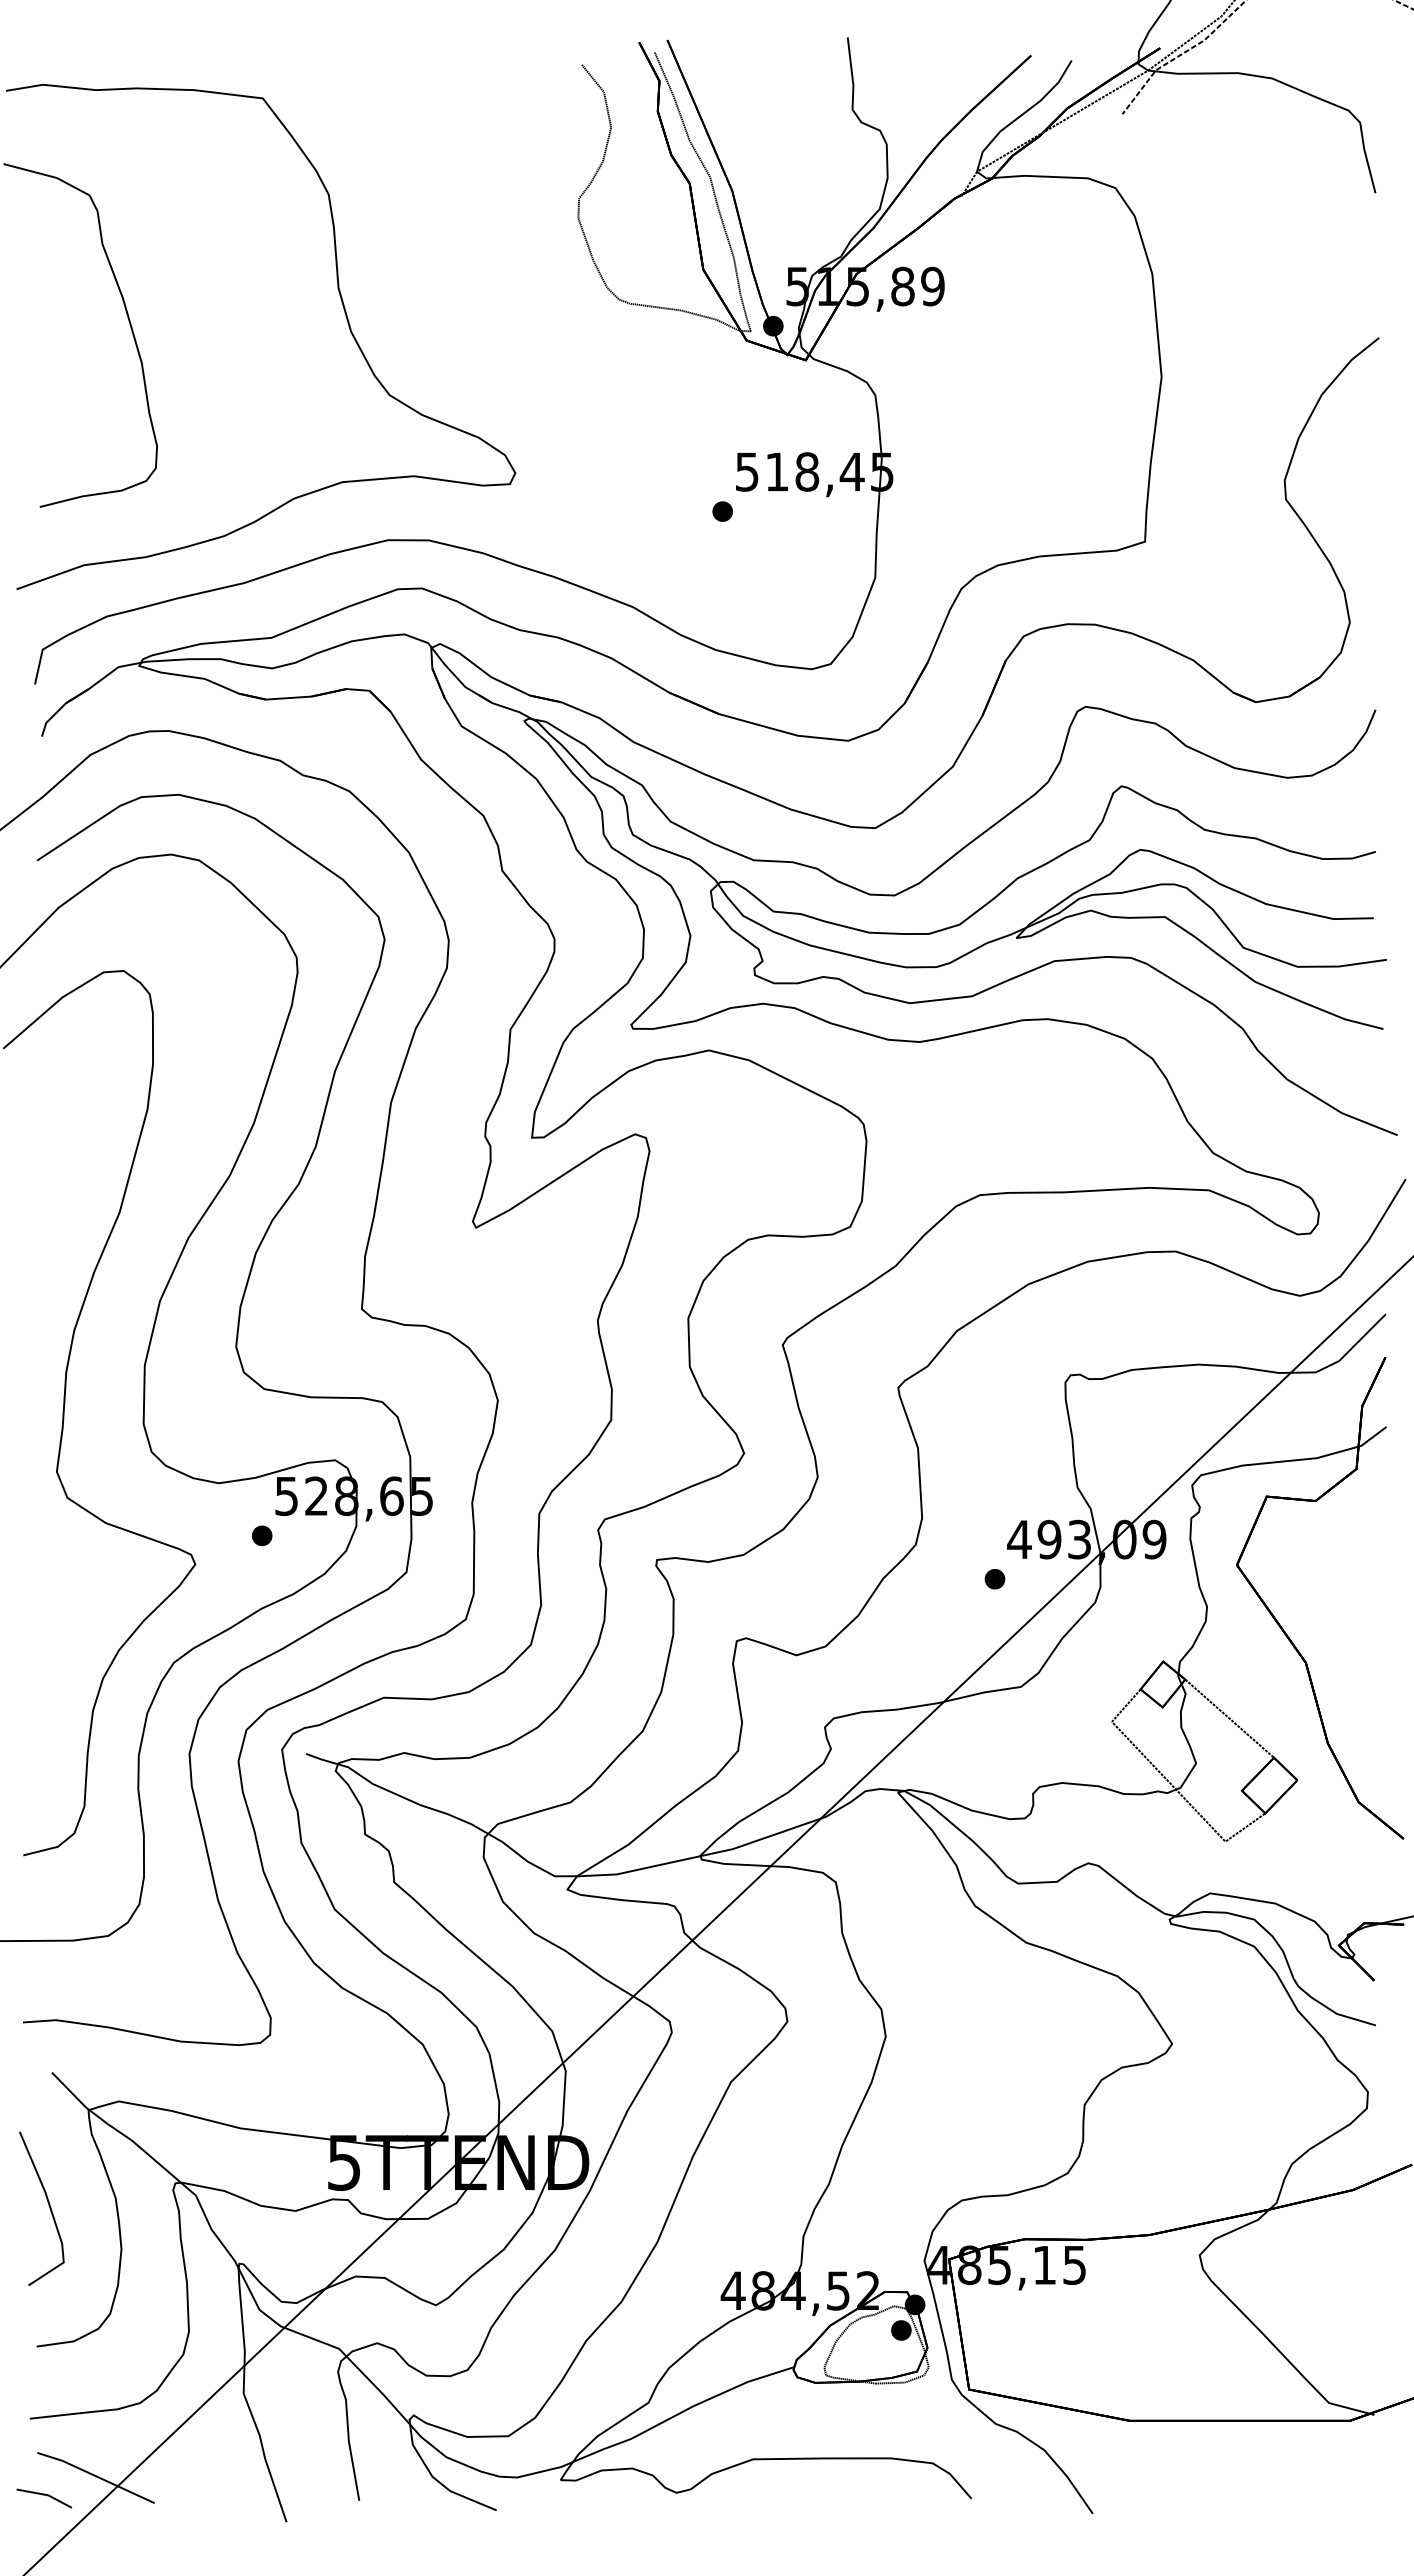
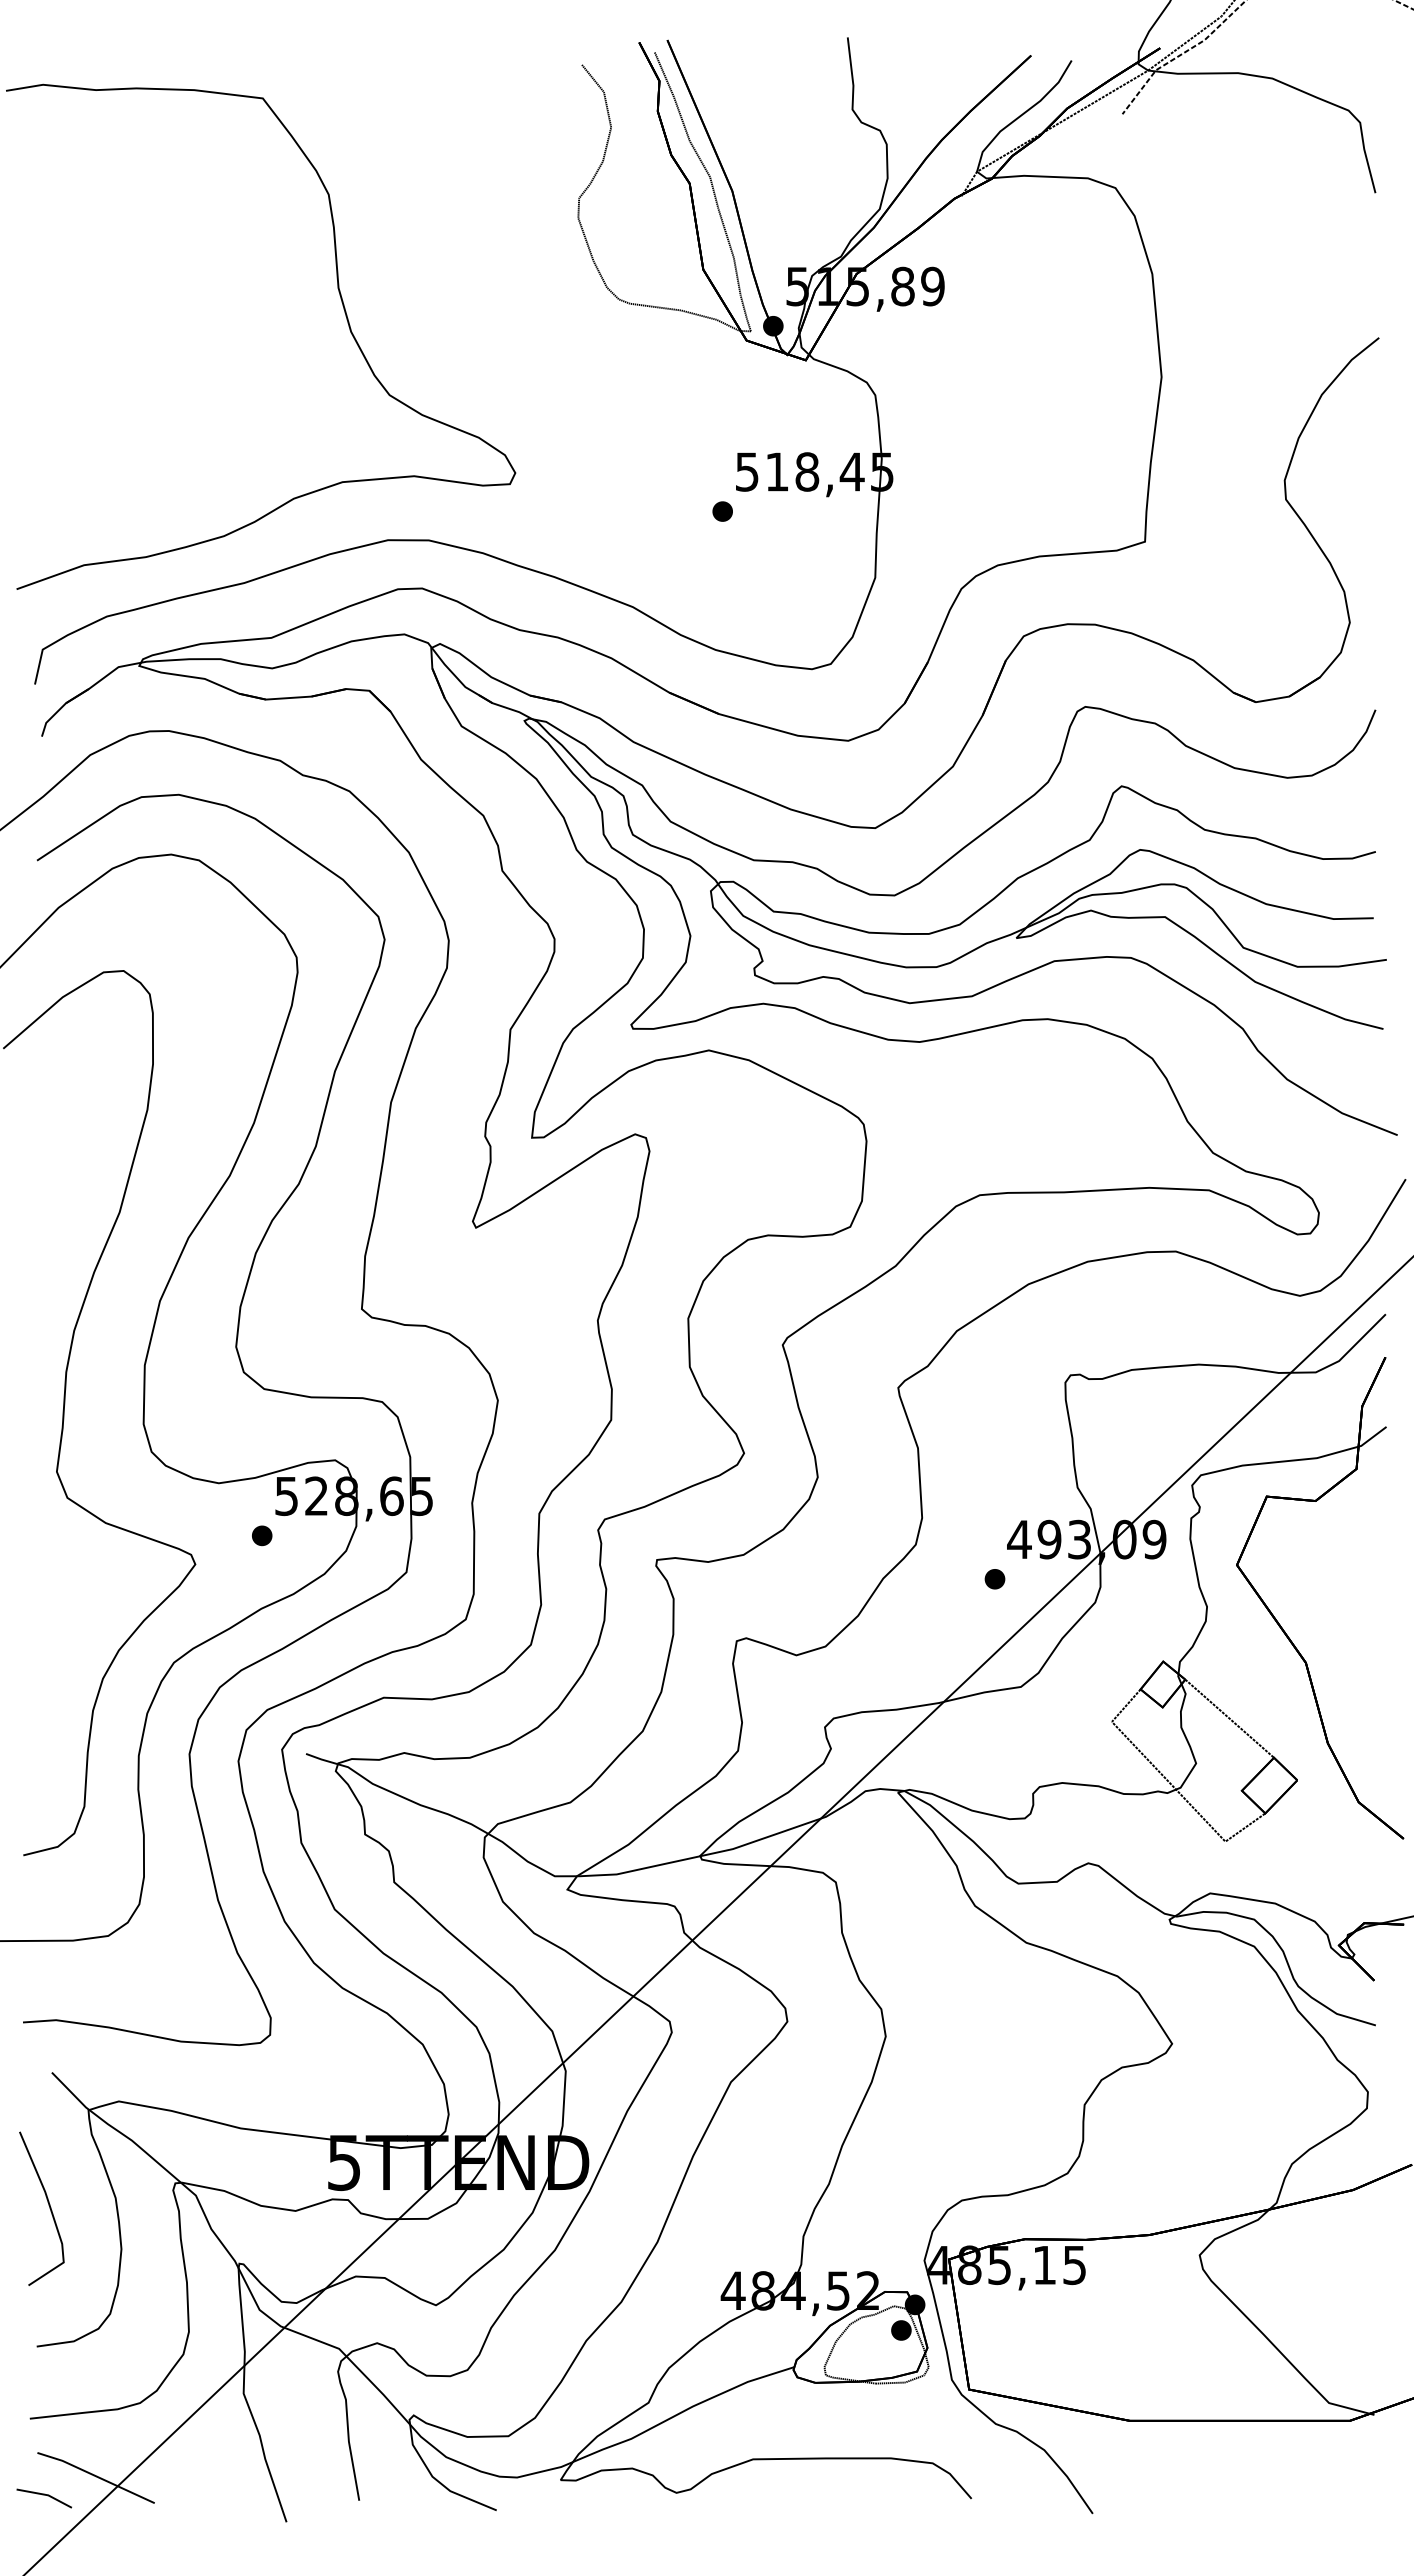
part at (127, 318): present -> none
